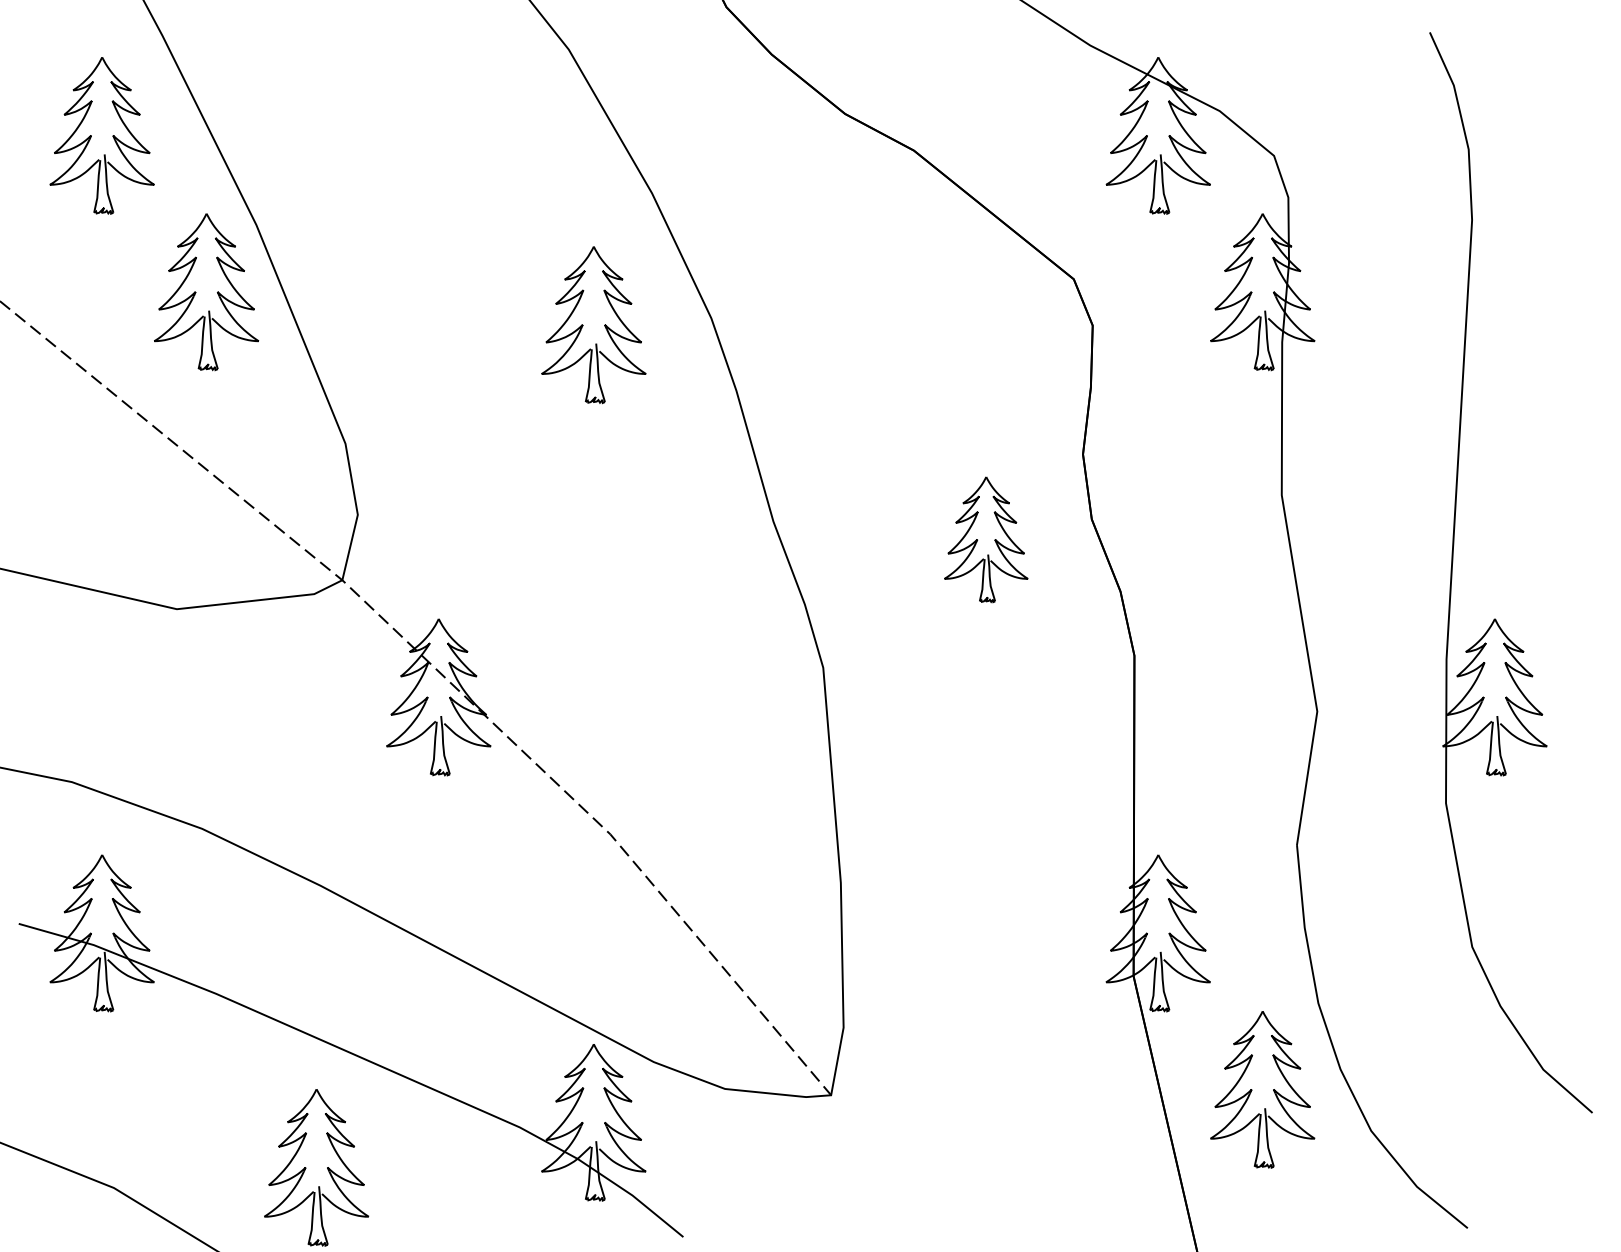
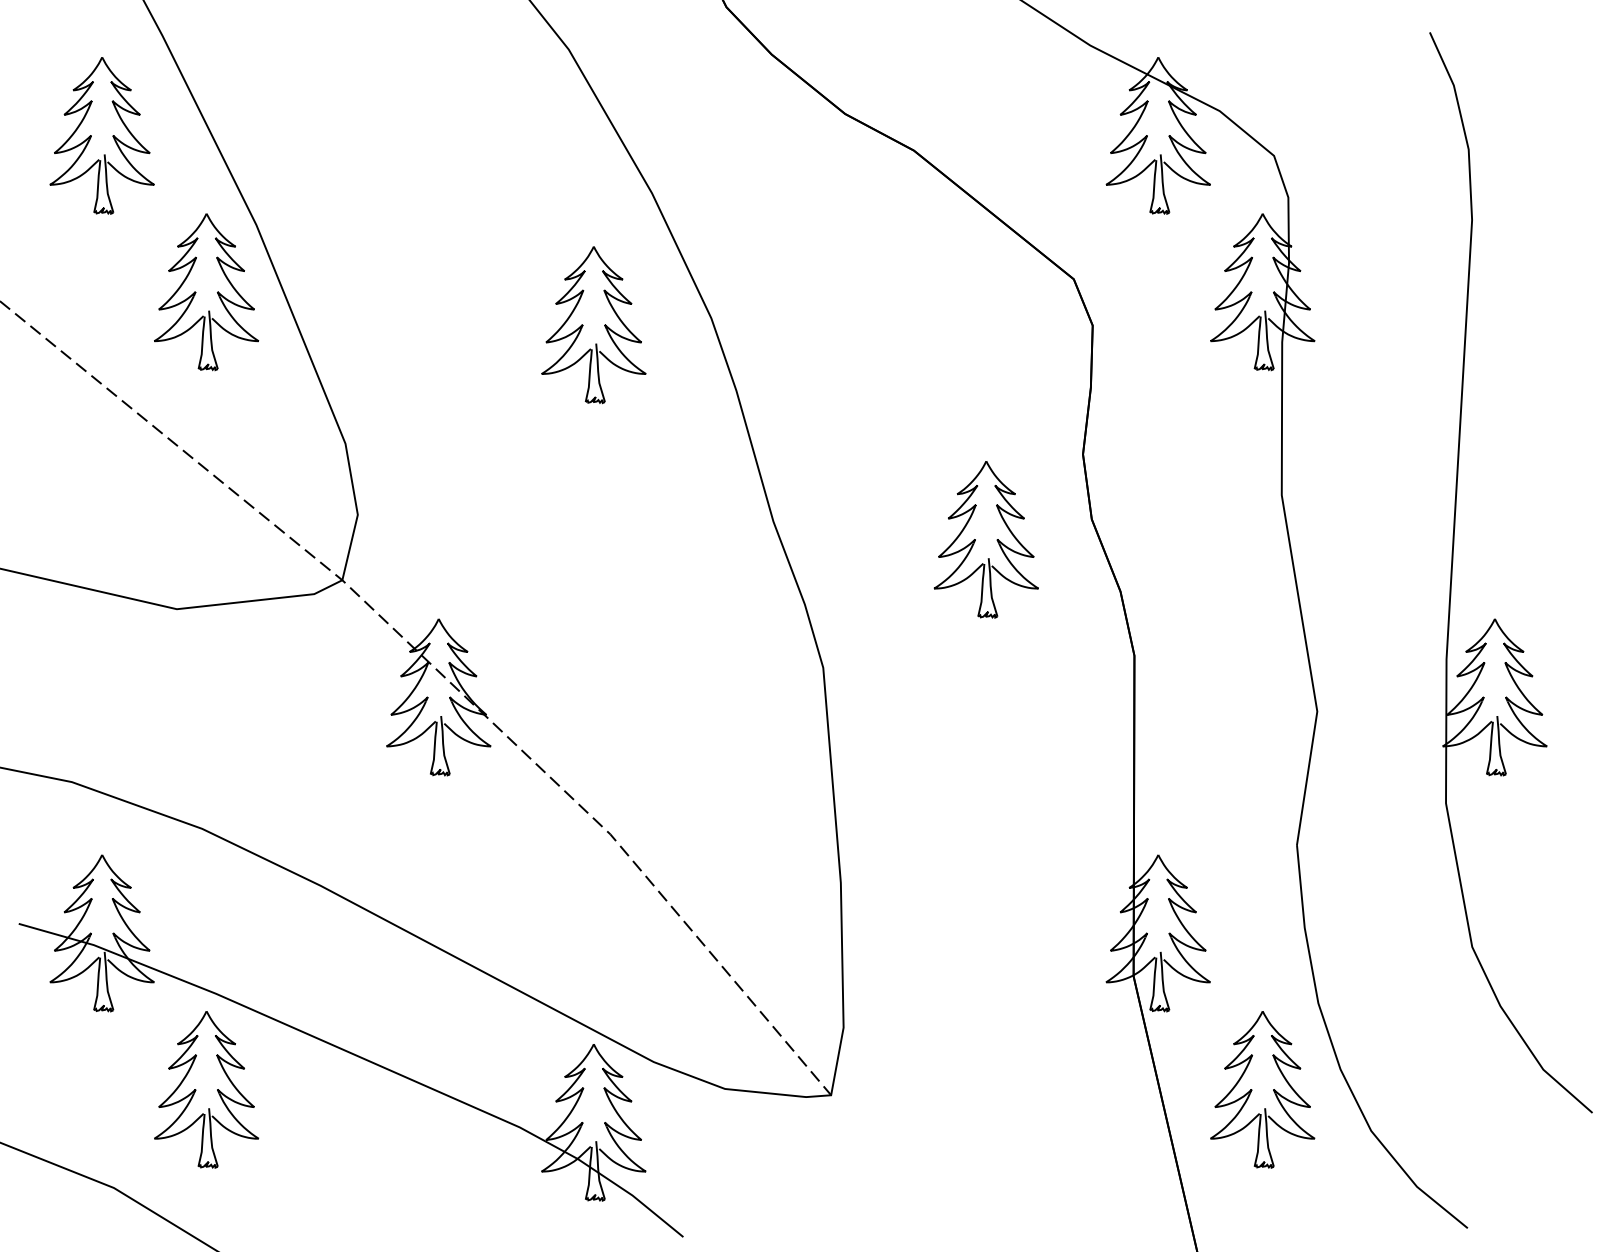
part at (986, 539) size: 85x128 px -> 106x158 px
part at (316, 1167) position: (316, 1167) -> (206, 1089)
